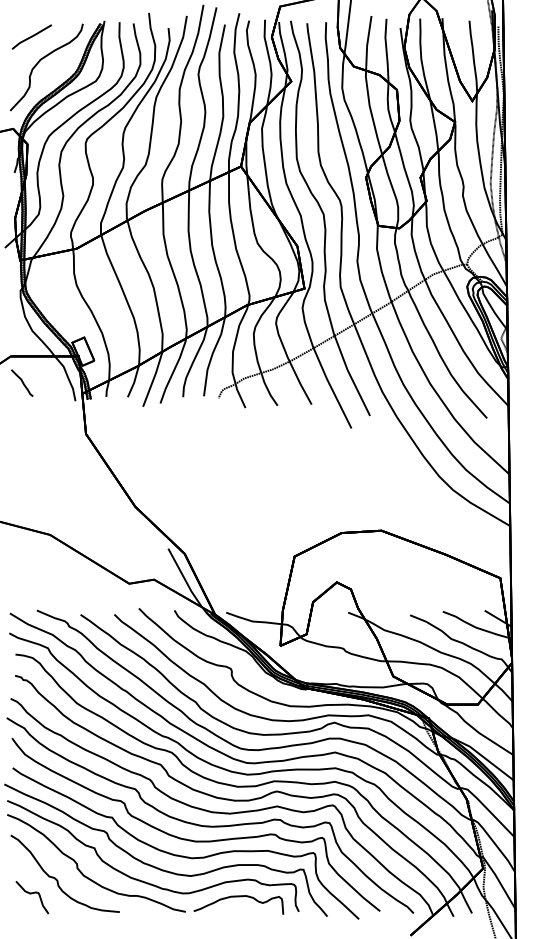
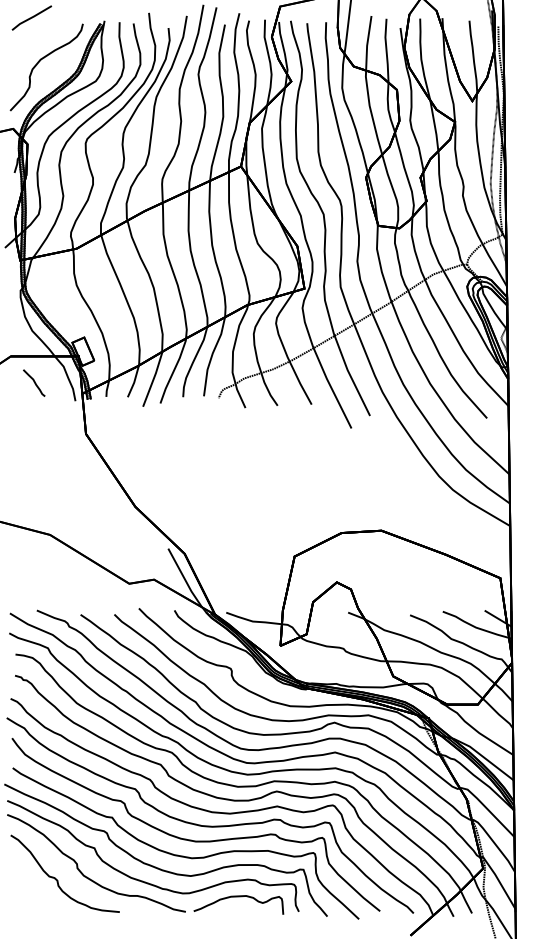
line at (31, 36) position: (31, 36) -> (31, 17)
curve at (22, 382) position: (22, 382) -> (34, 382)
curve at (32, 894): present -> none
